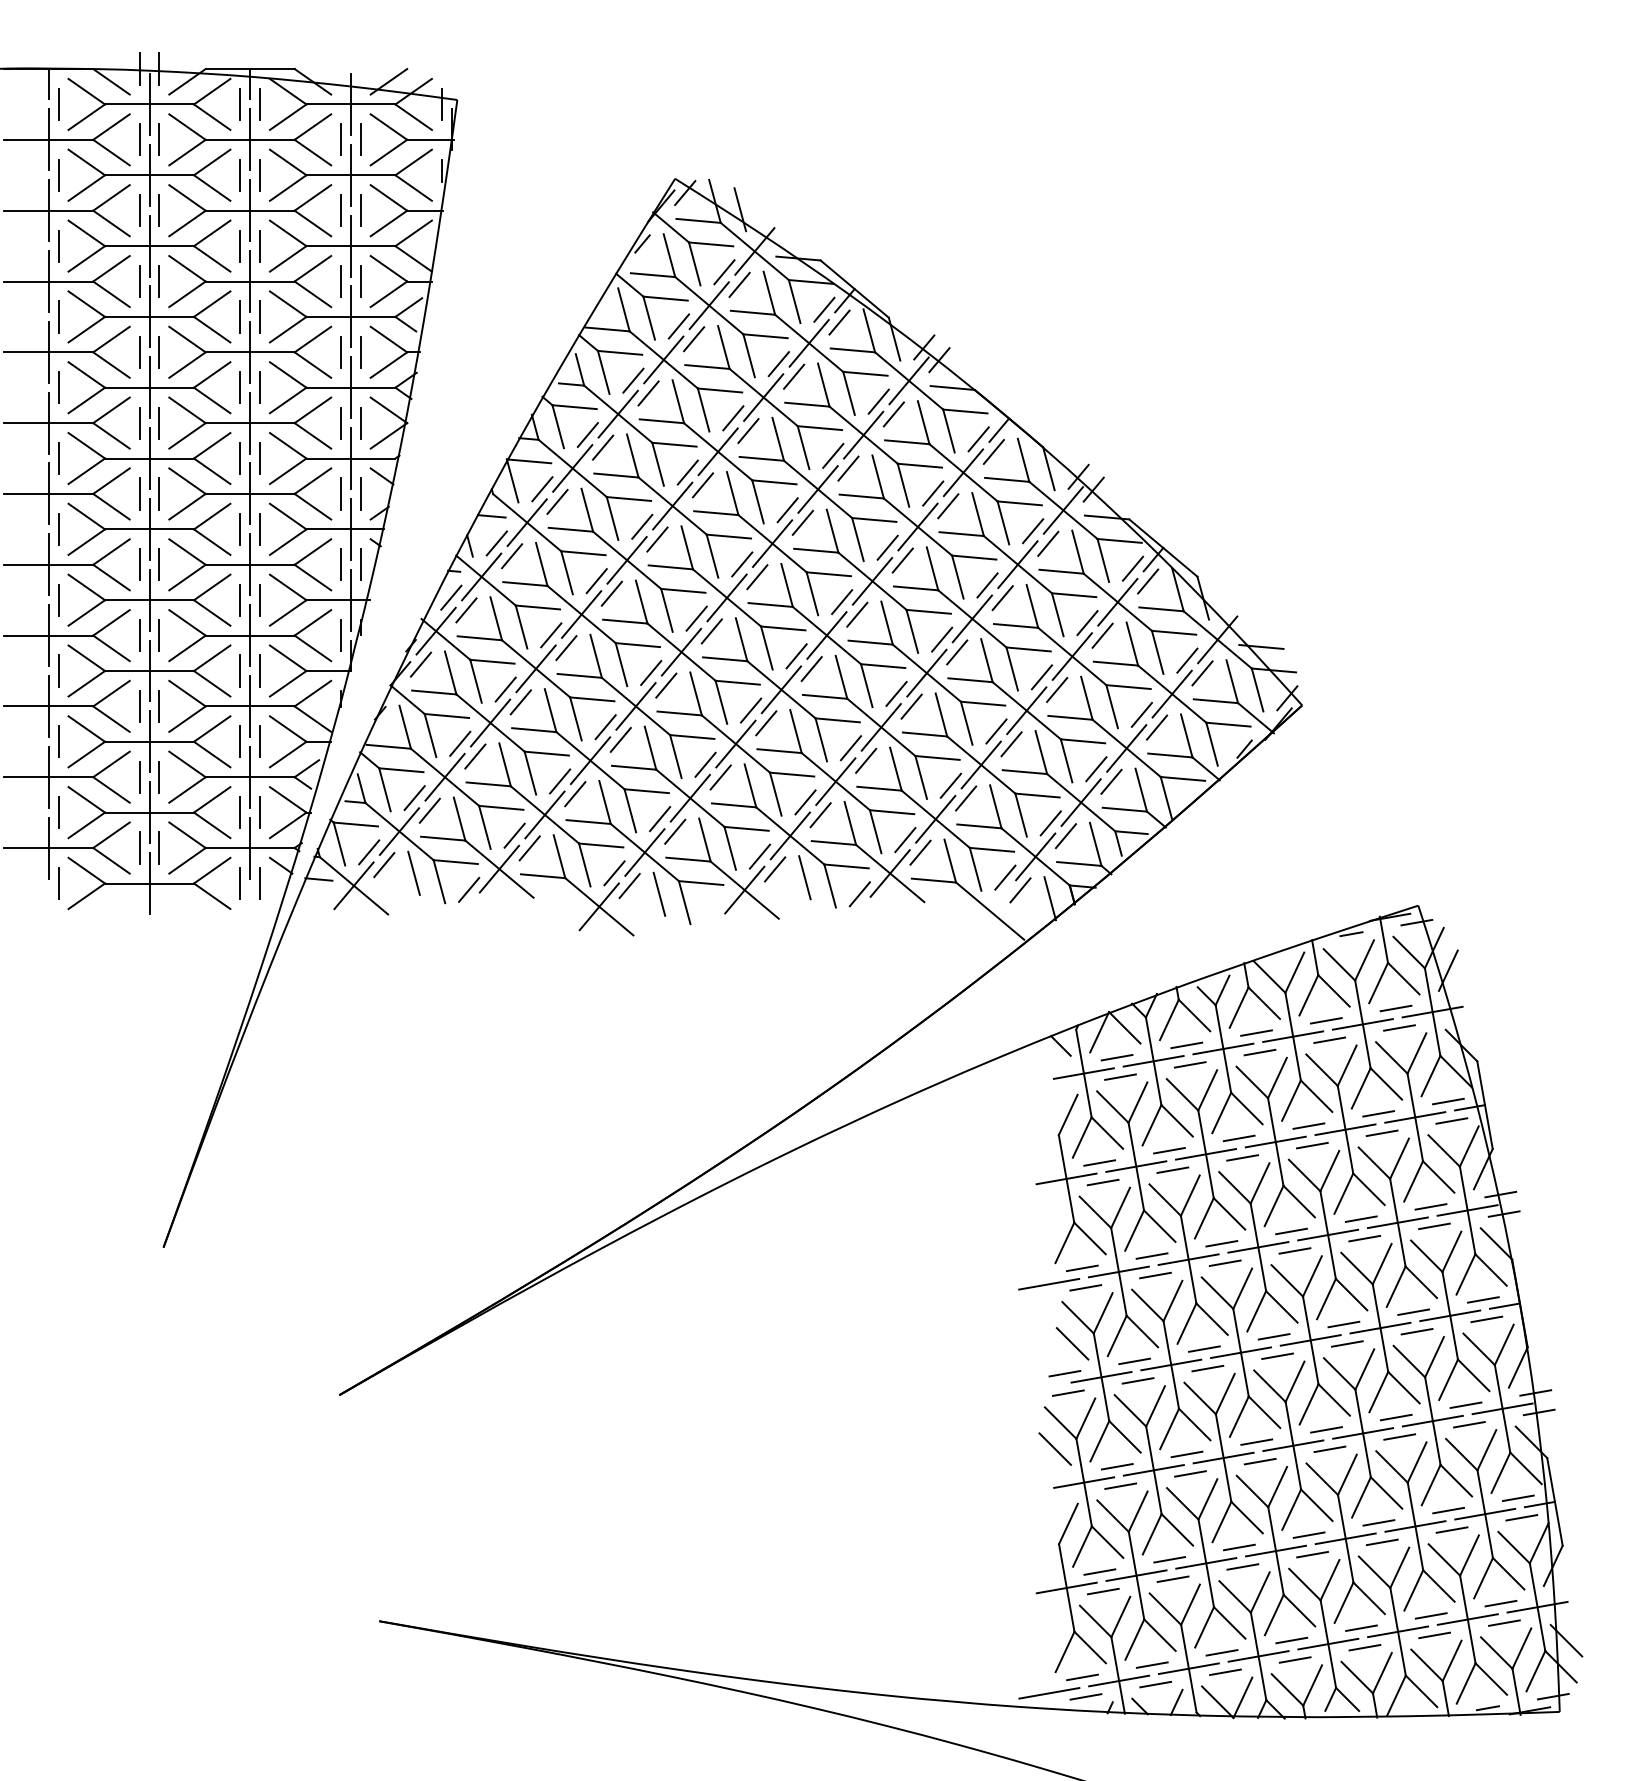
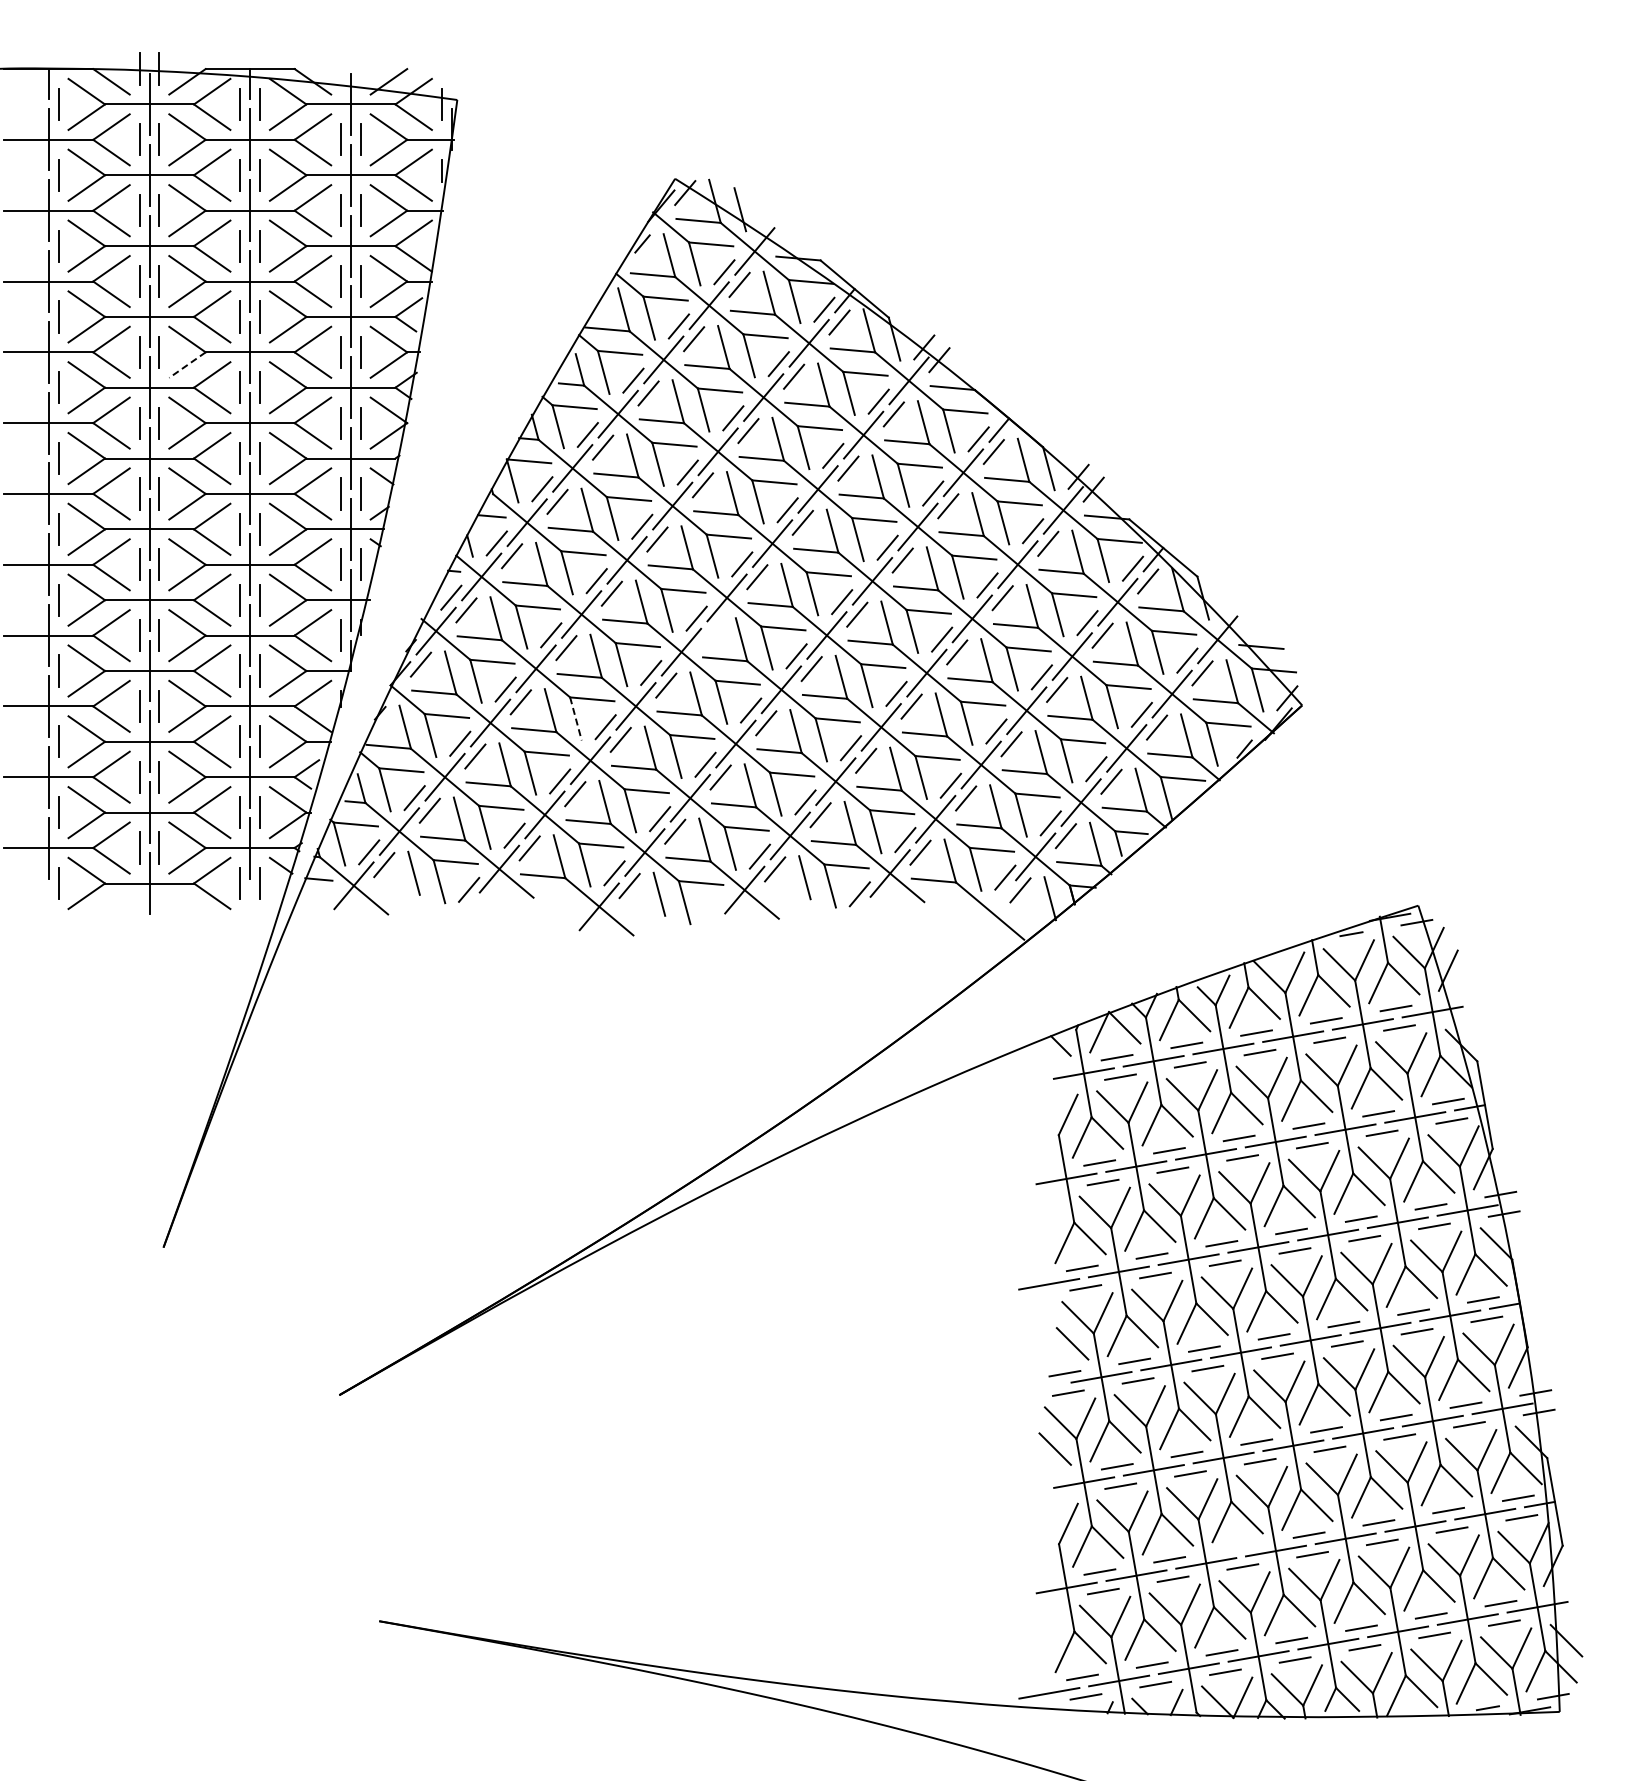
line at (187, 365): solid -> dashed
line at (711, 631): present -> none
line at (576, 719): solid -> dashed
line at (1239, 1547): present -> none
